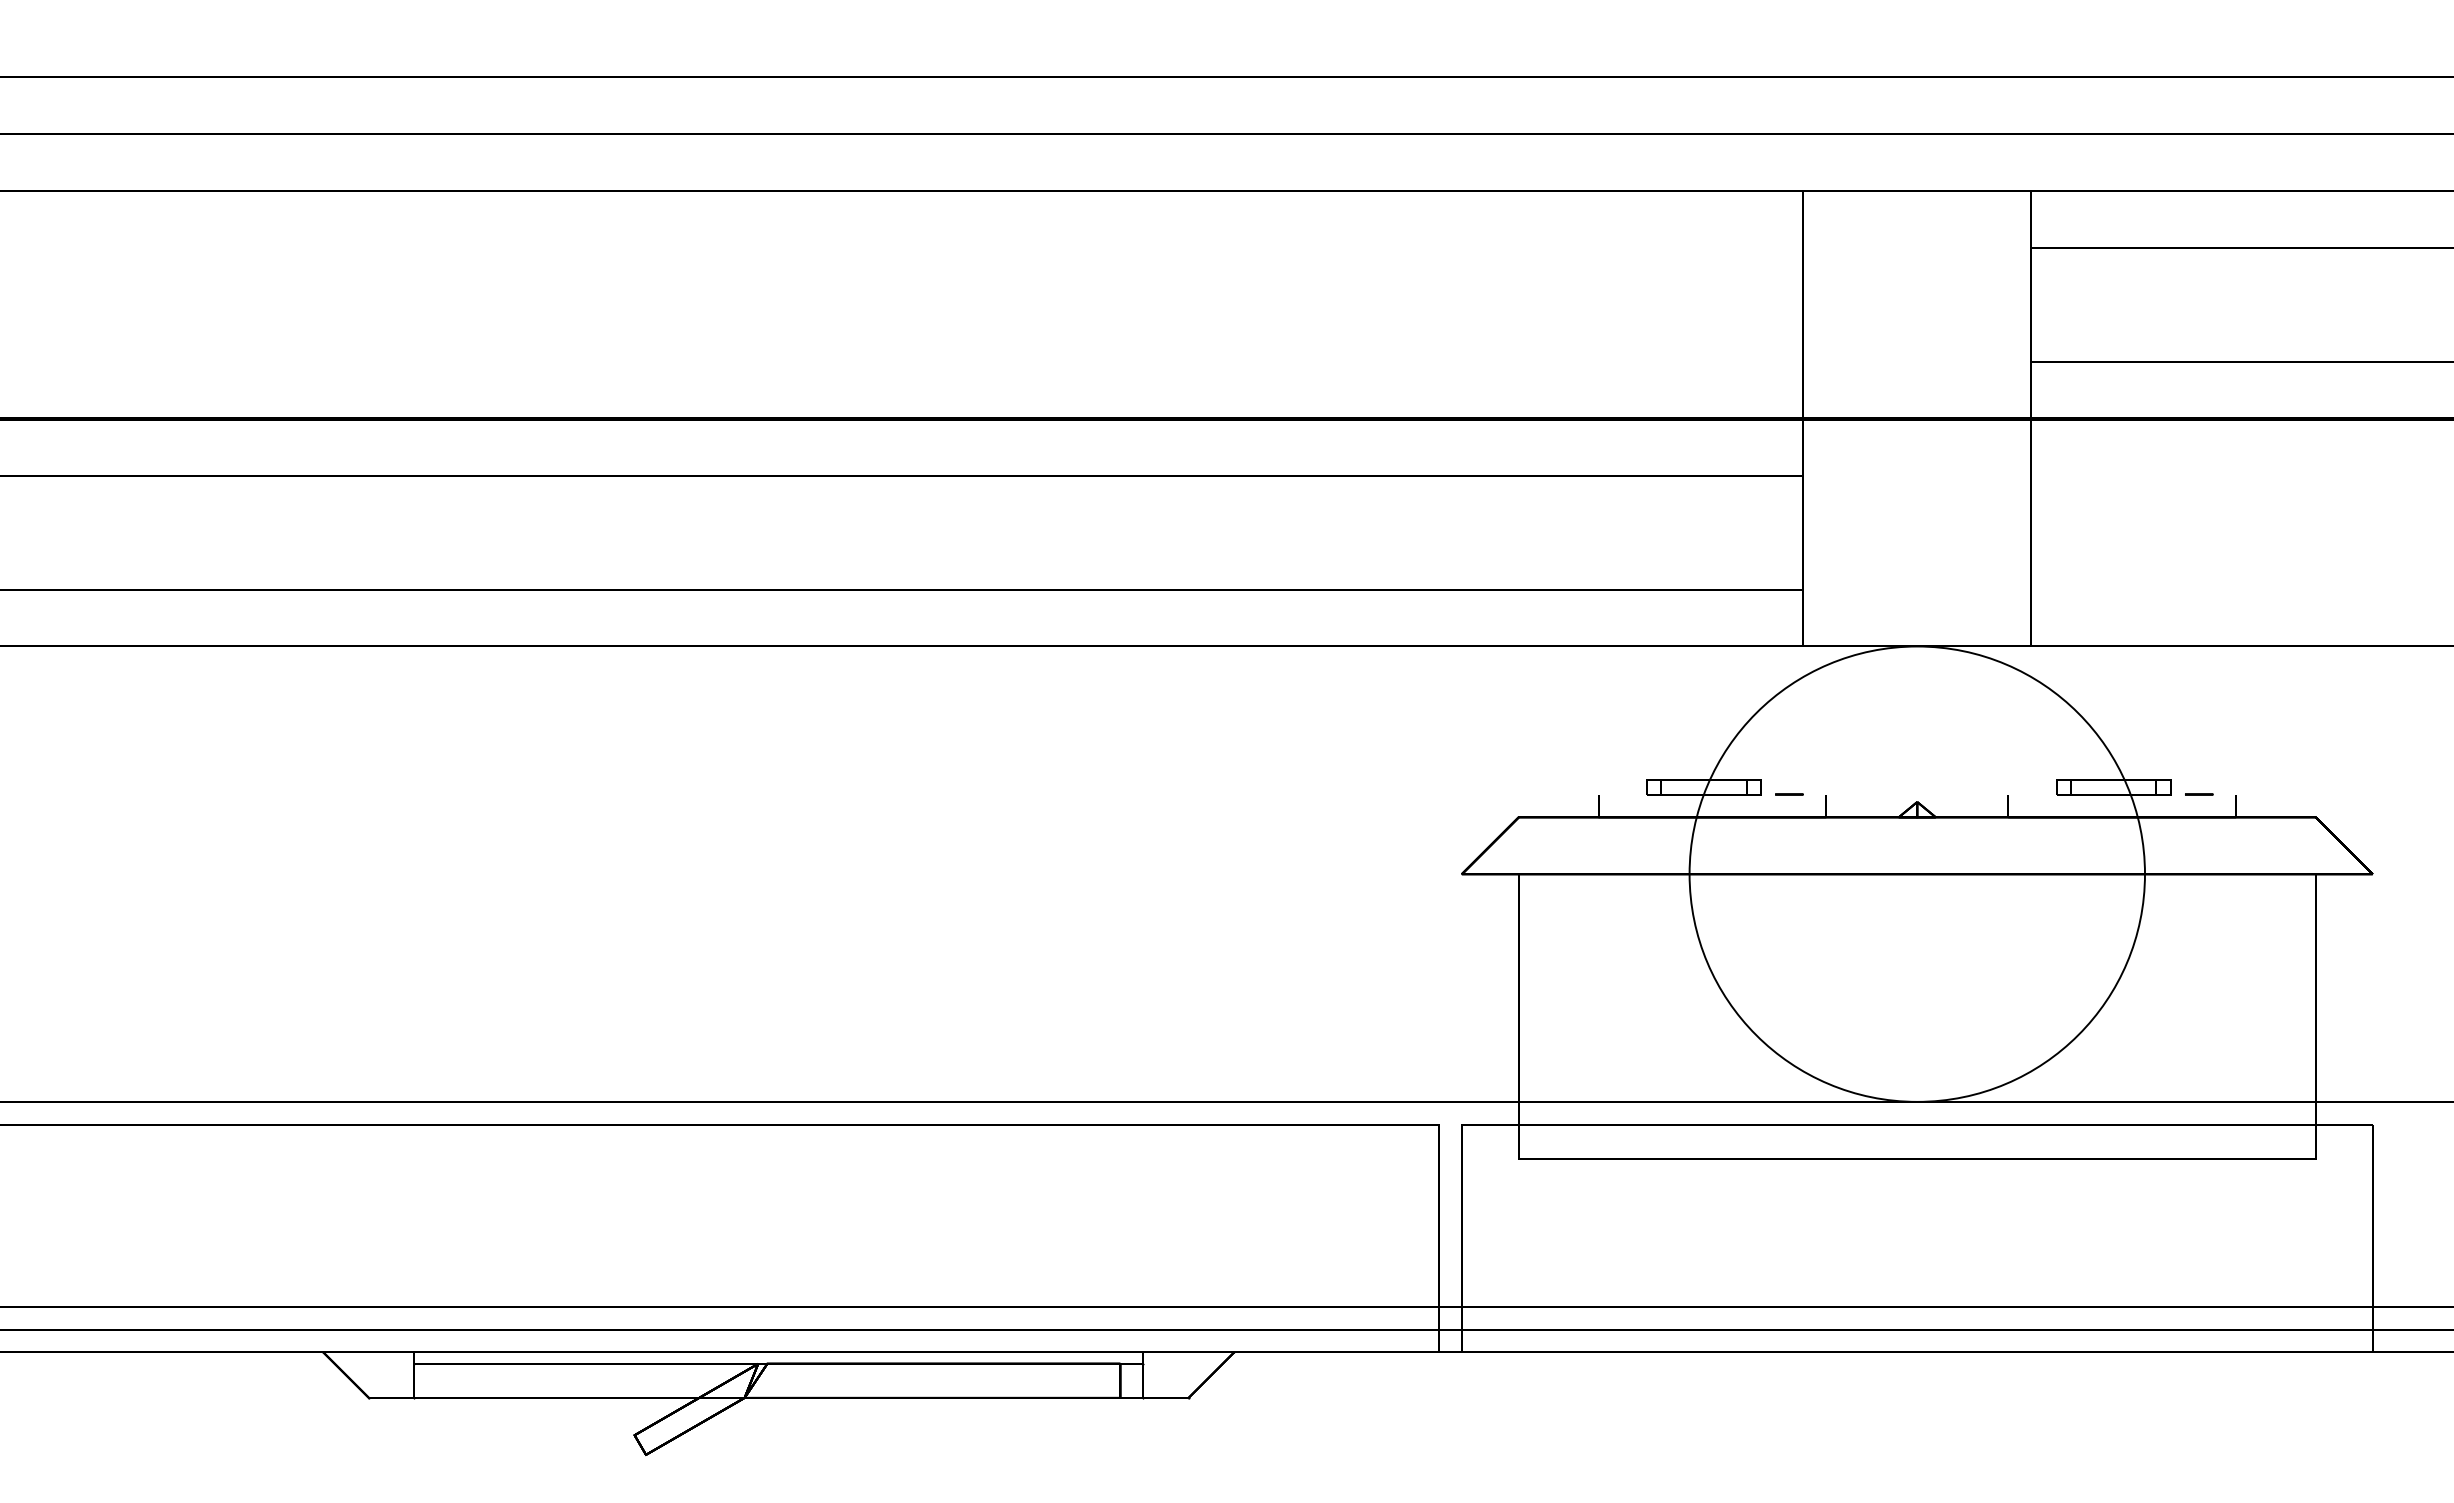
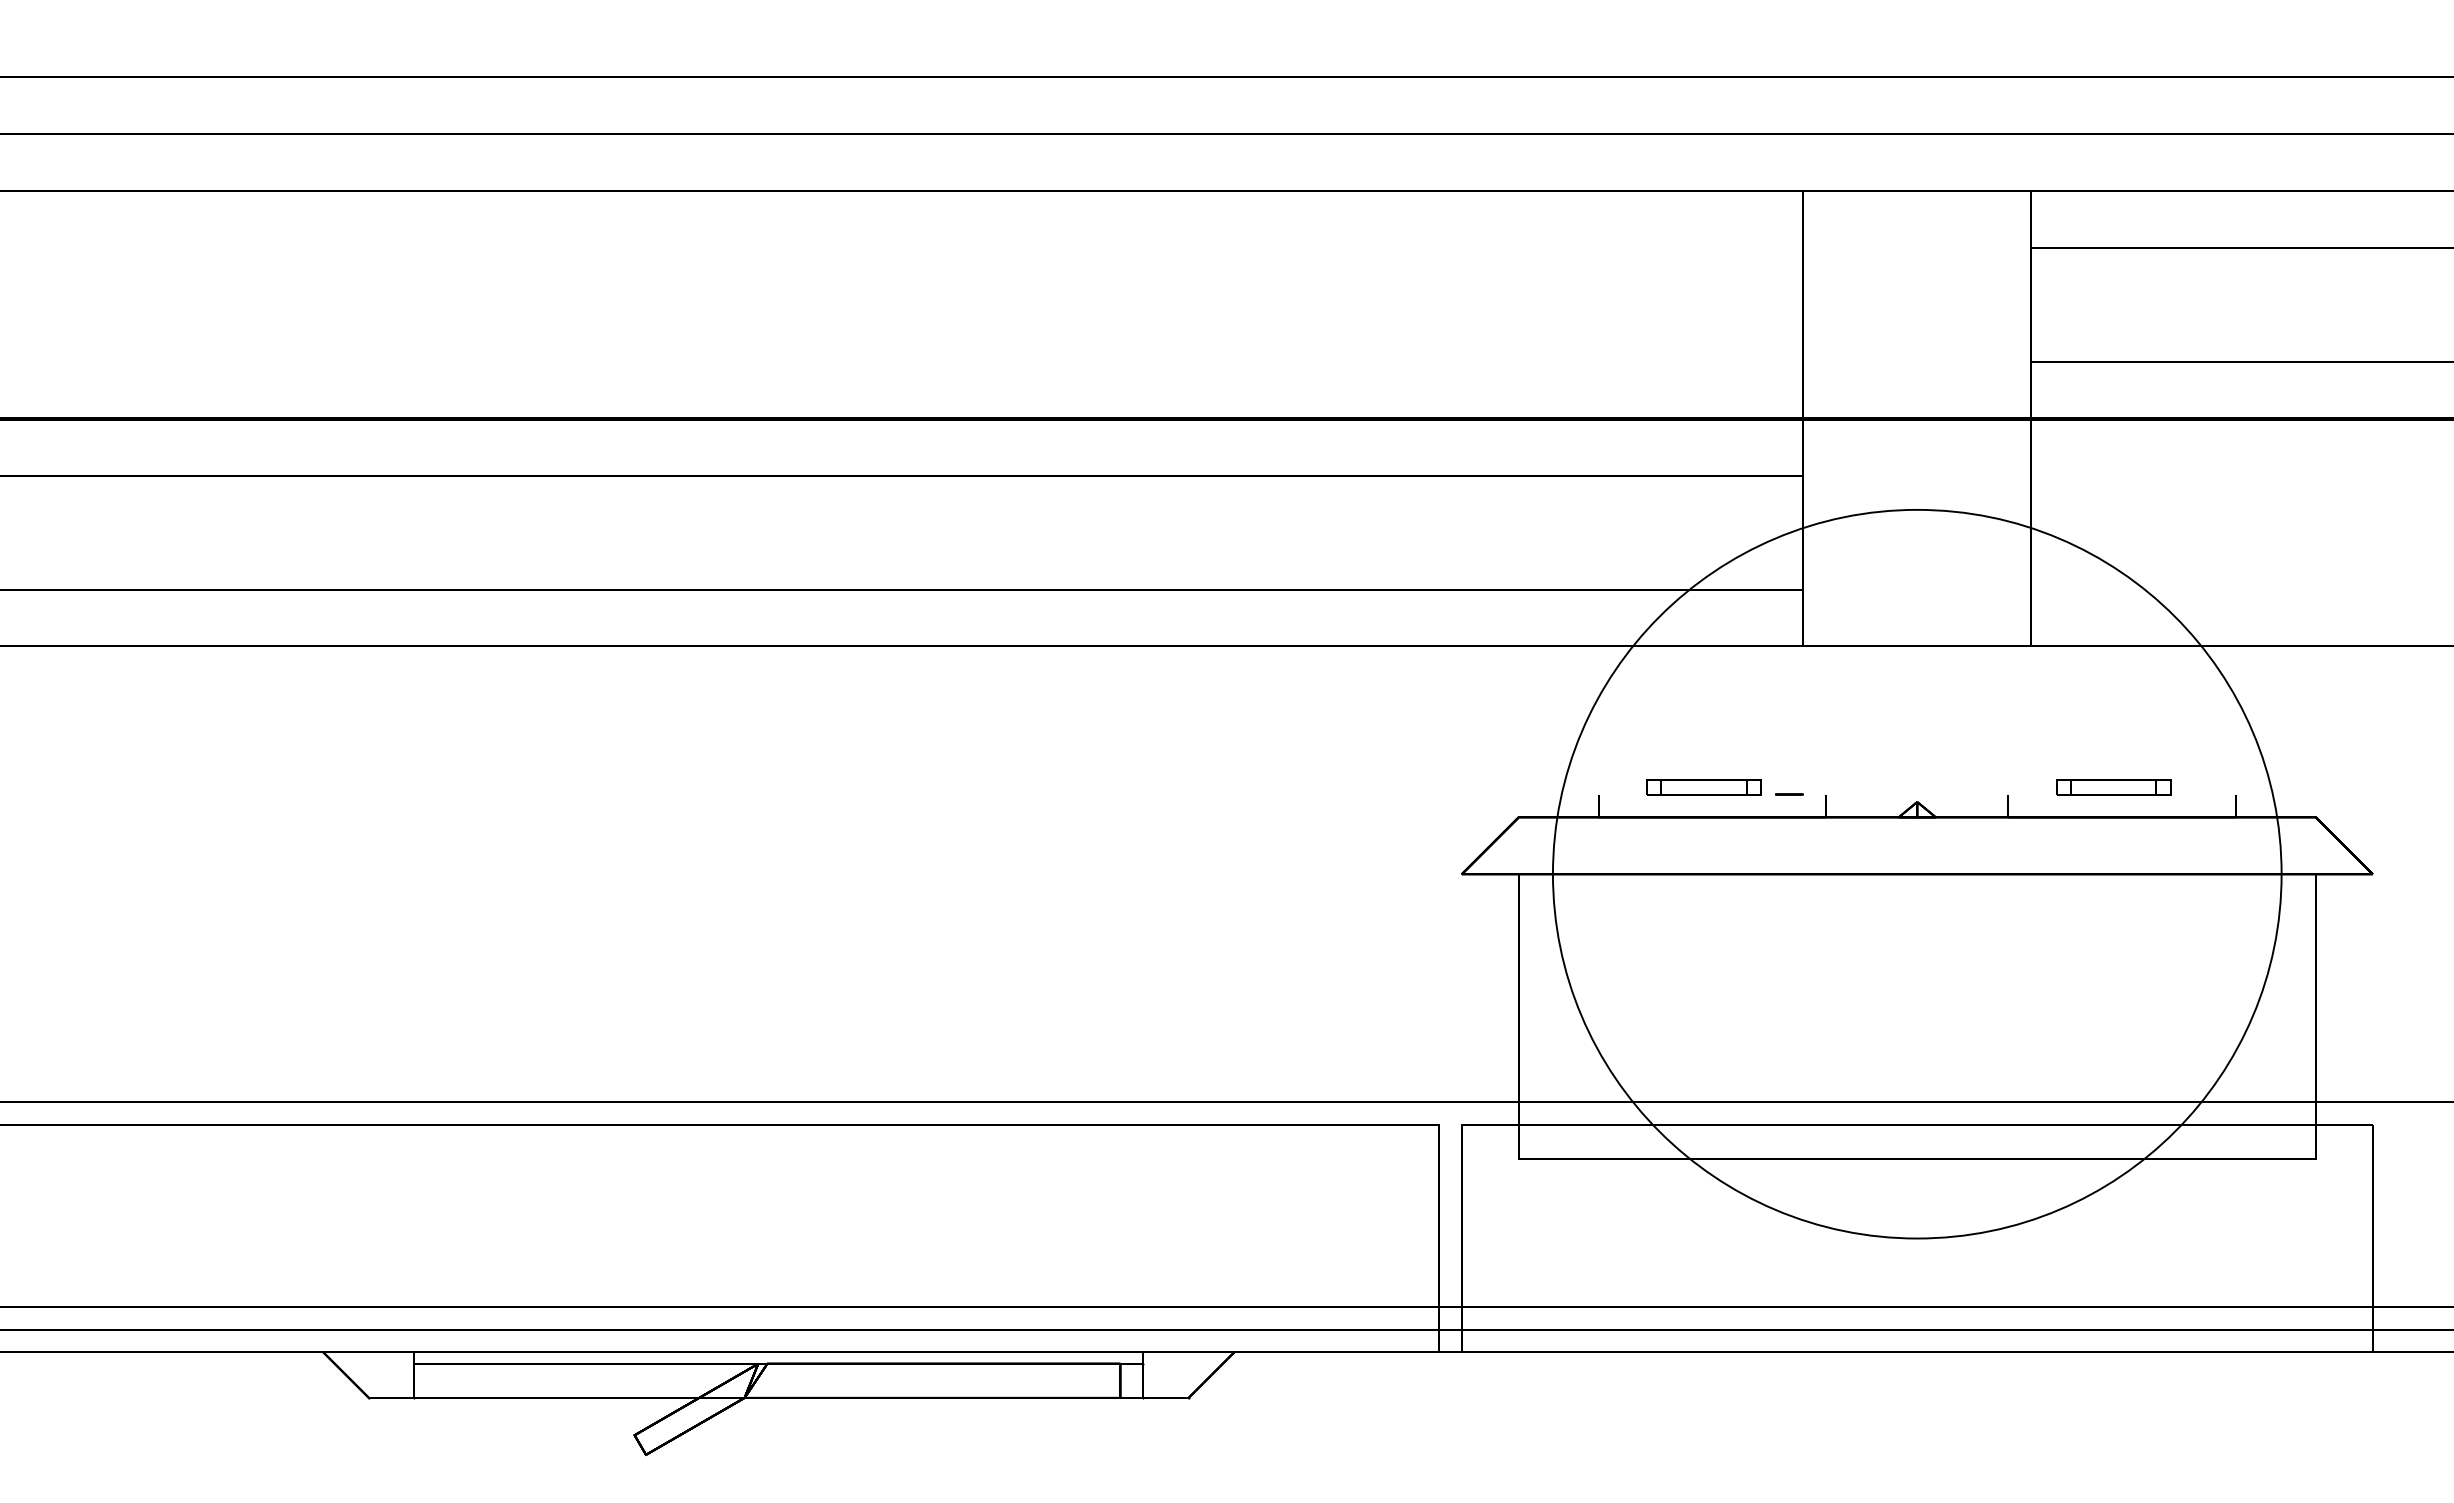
circle at (2199, 794): present -> none
circle at (1916, 873) diameter: 455 px -> 729 px
